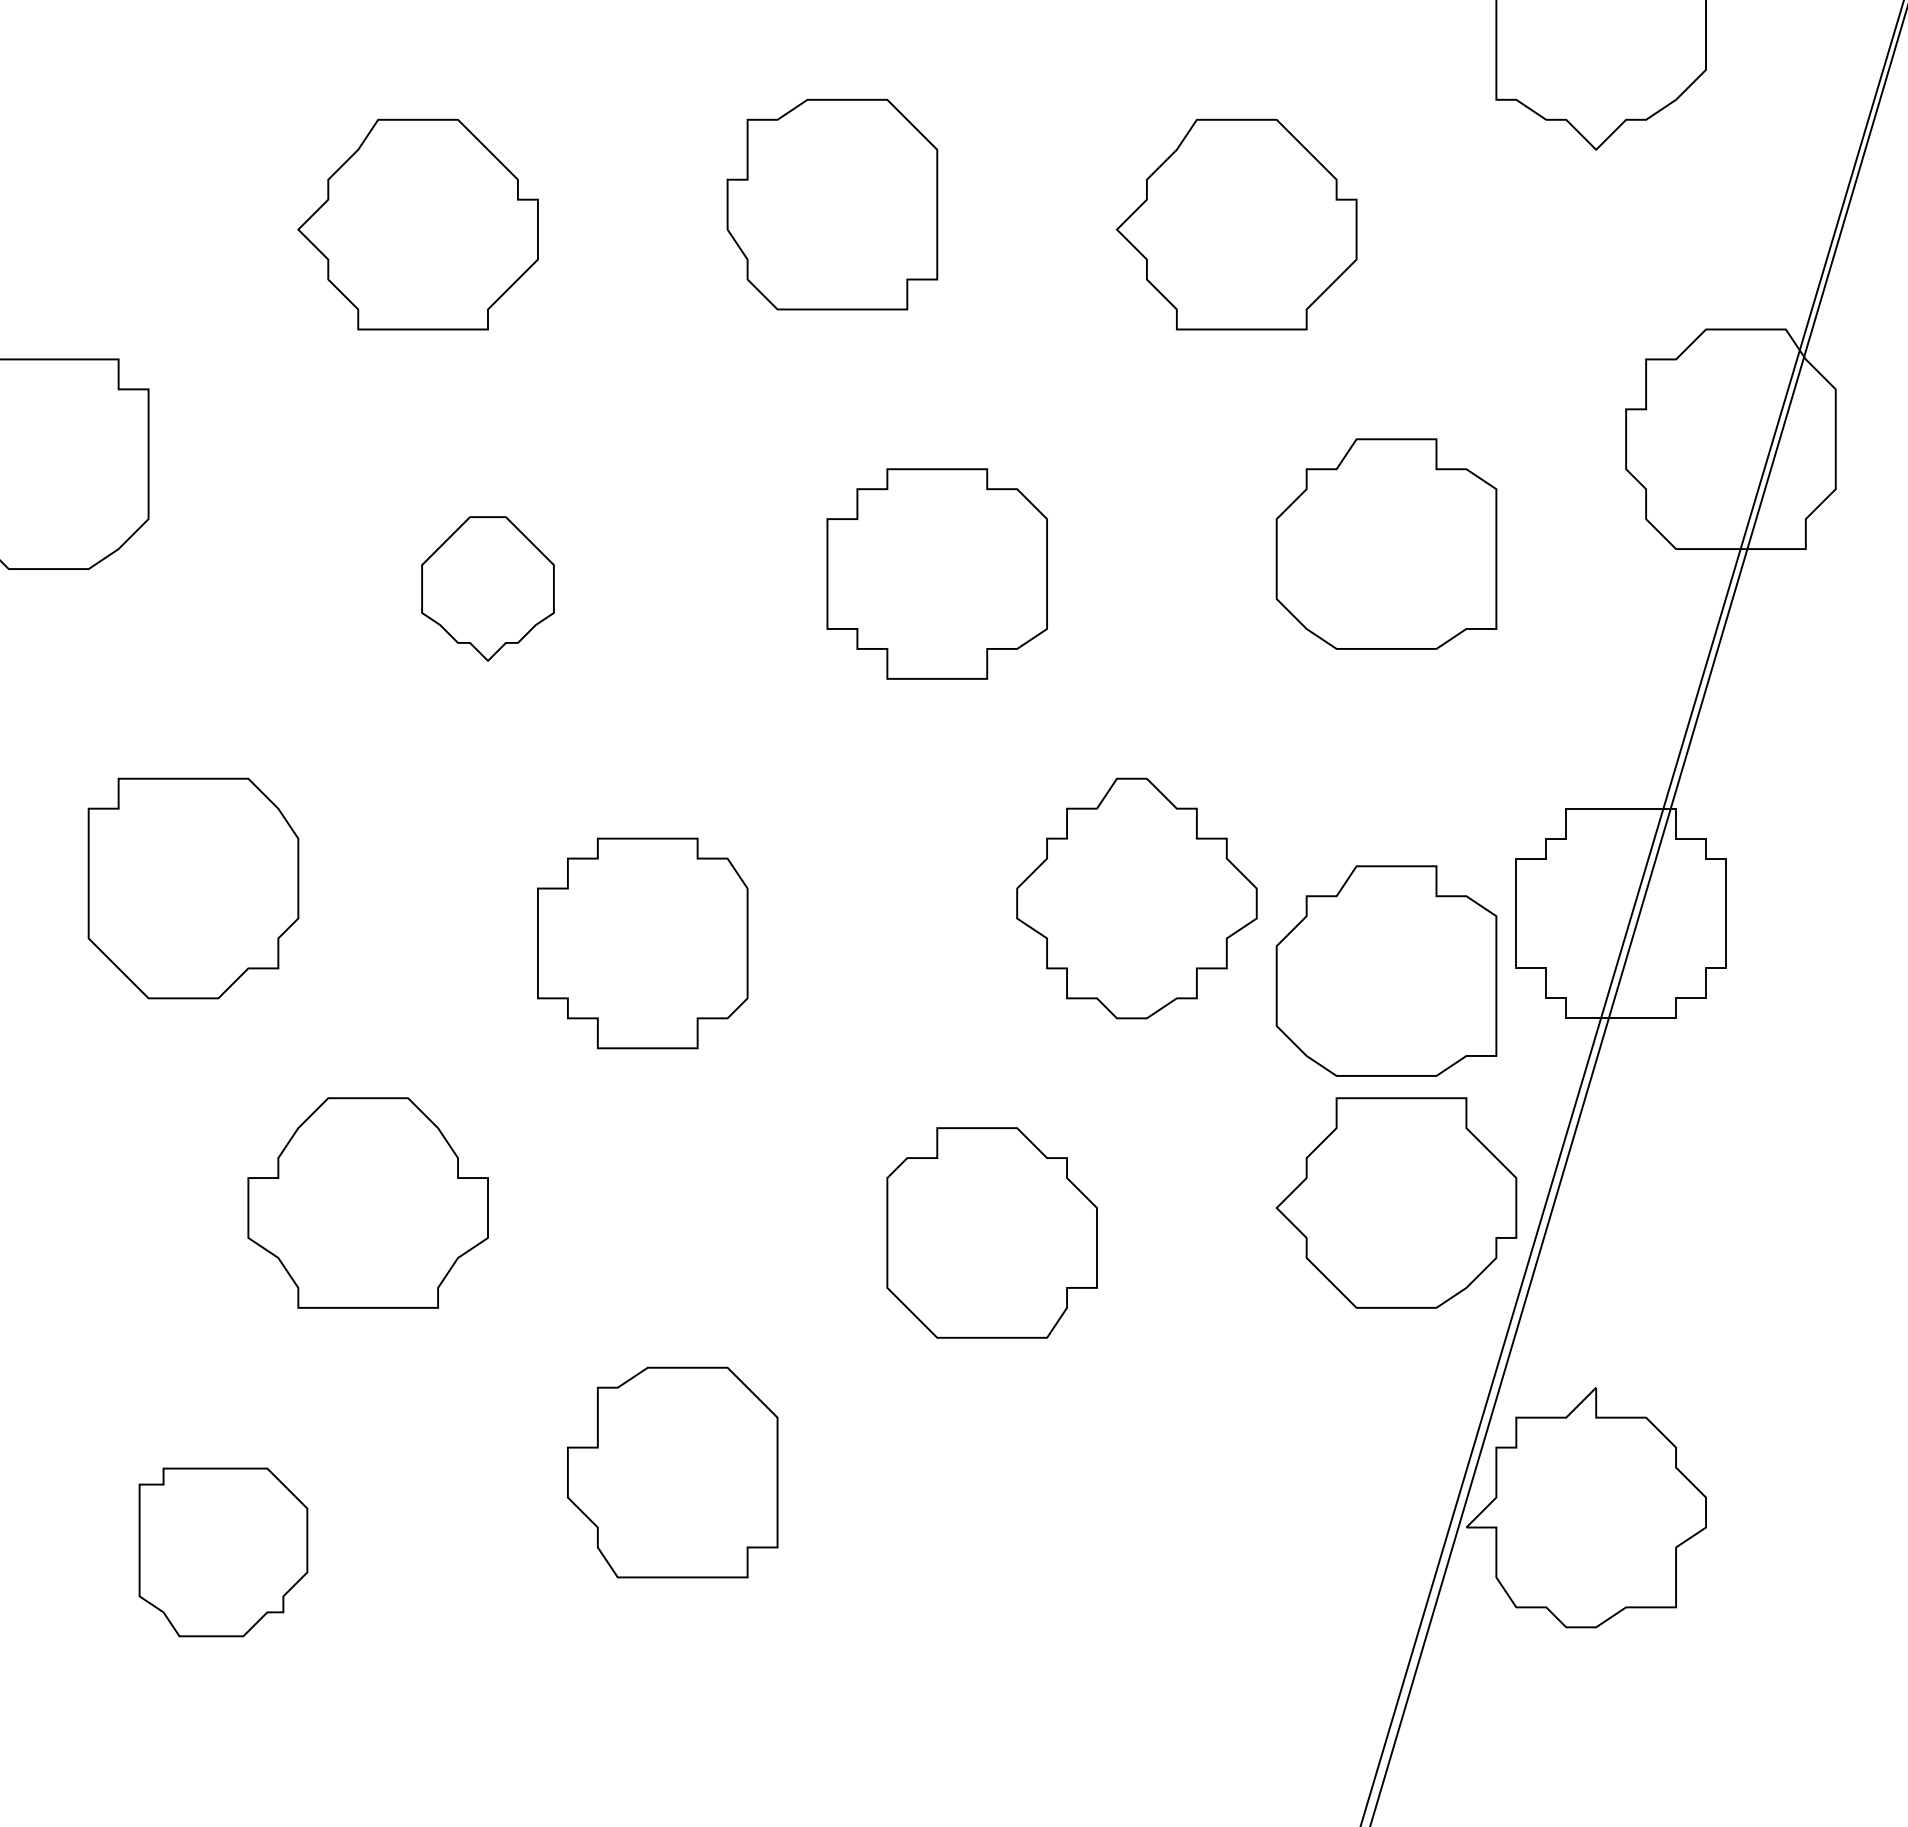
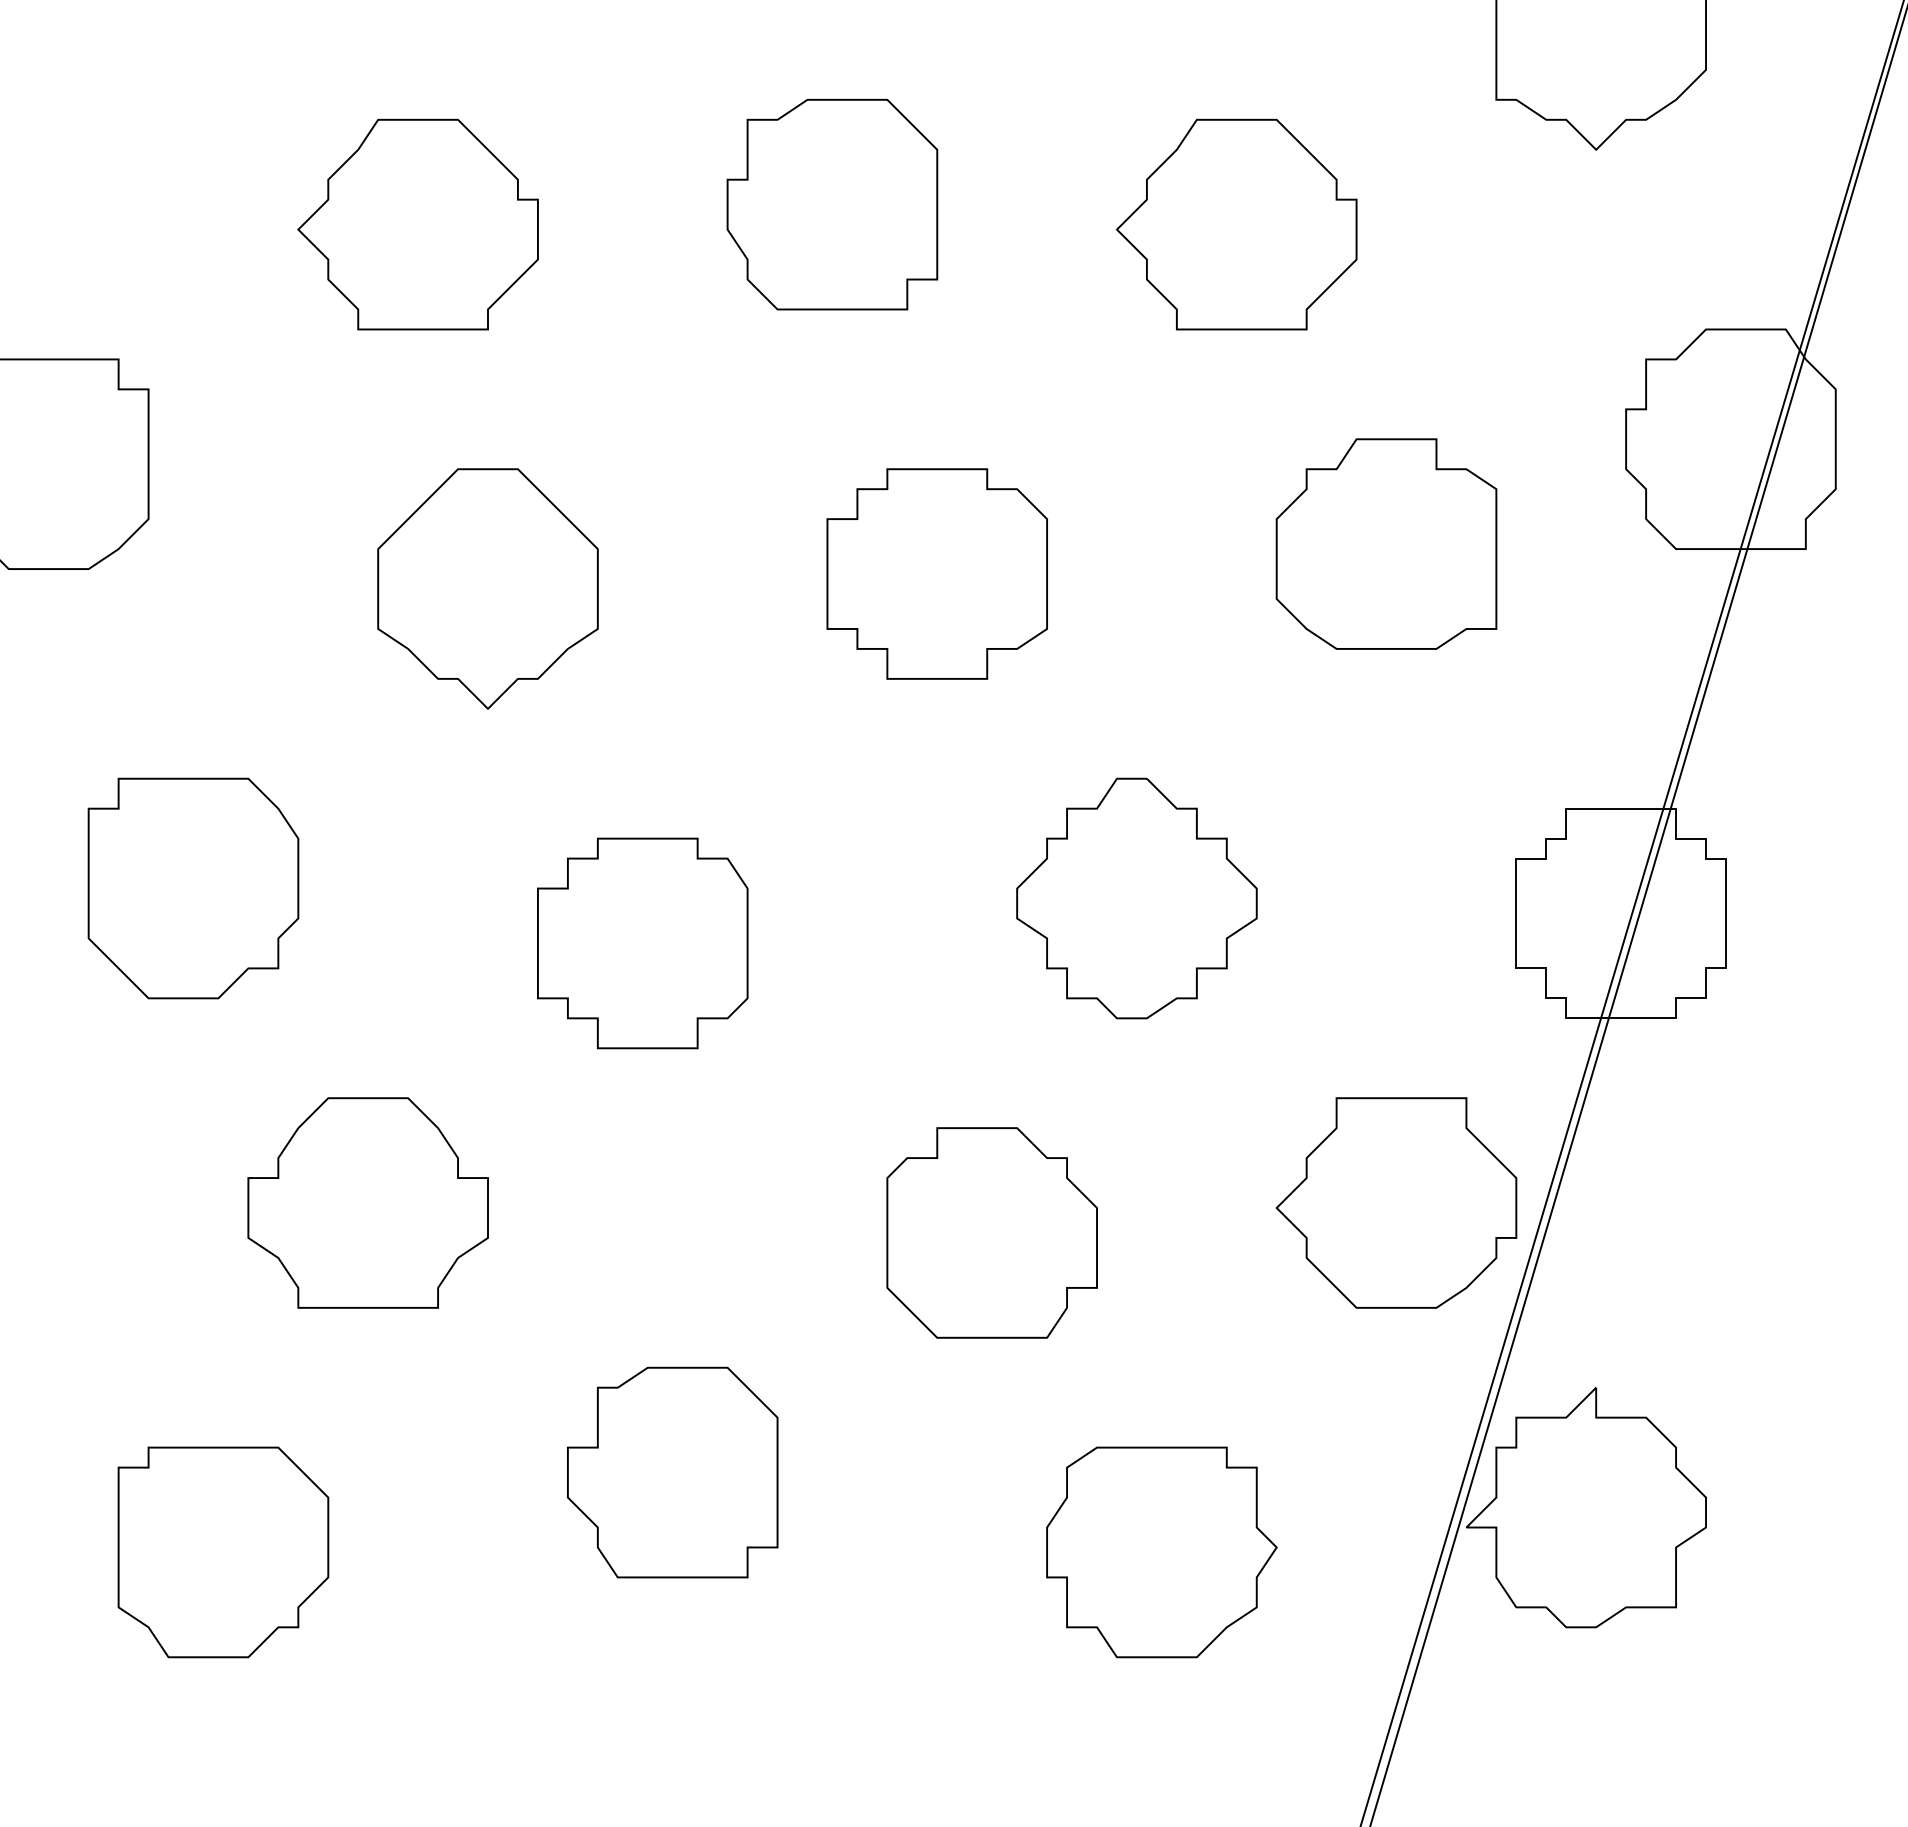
part at (487, 588) size: 134x146 px -> 222x242 px
part at (1386, 970): present -> none
part at (223, 1552) size: 171x171 px -> 213x213 px
part at (1161, 1552): none -> present
